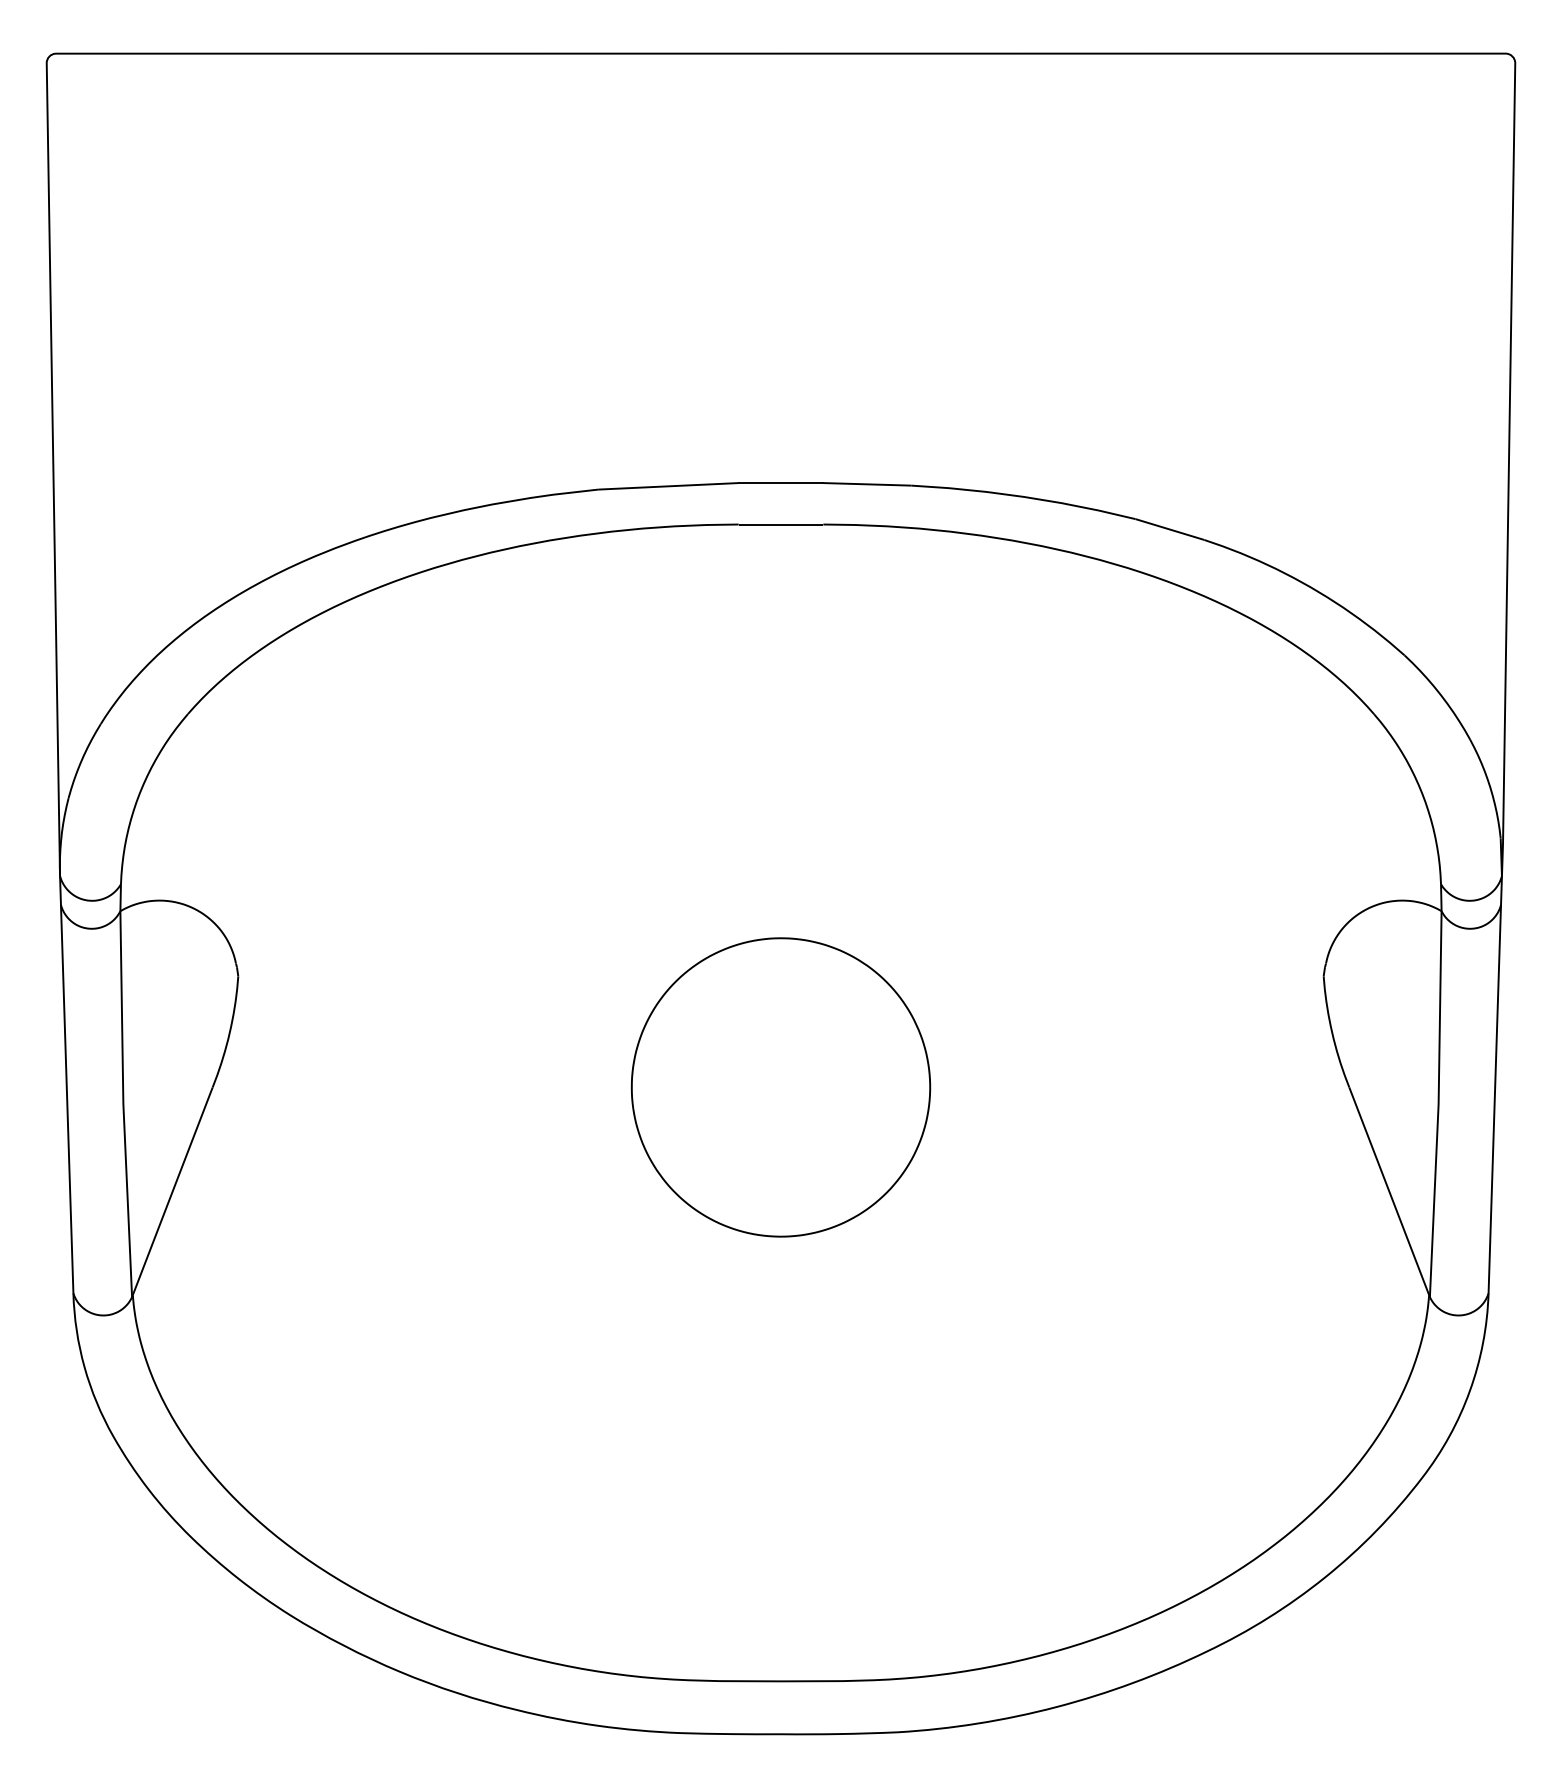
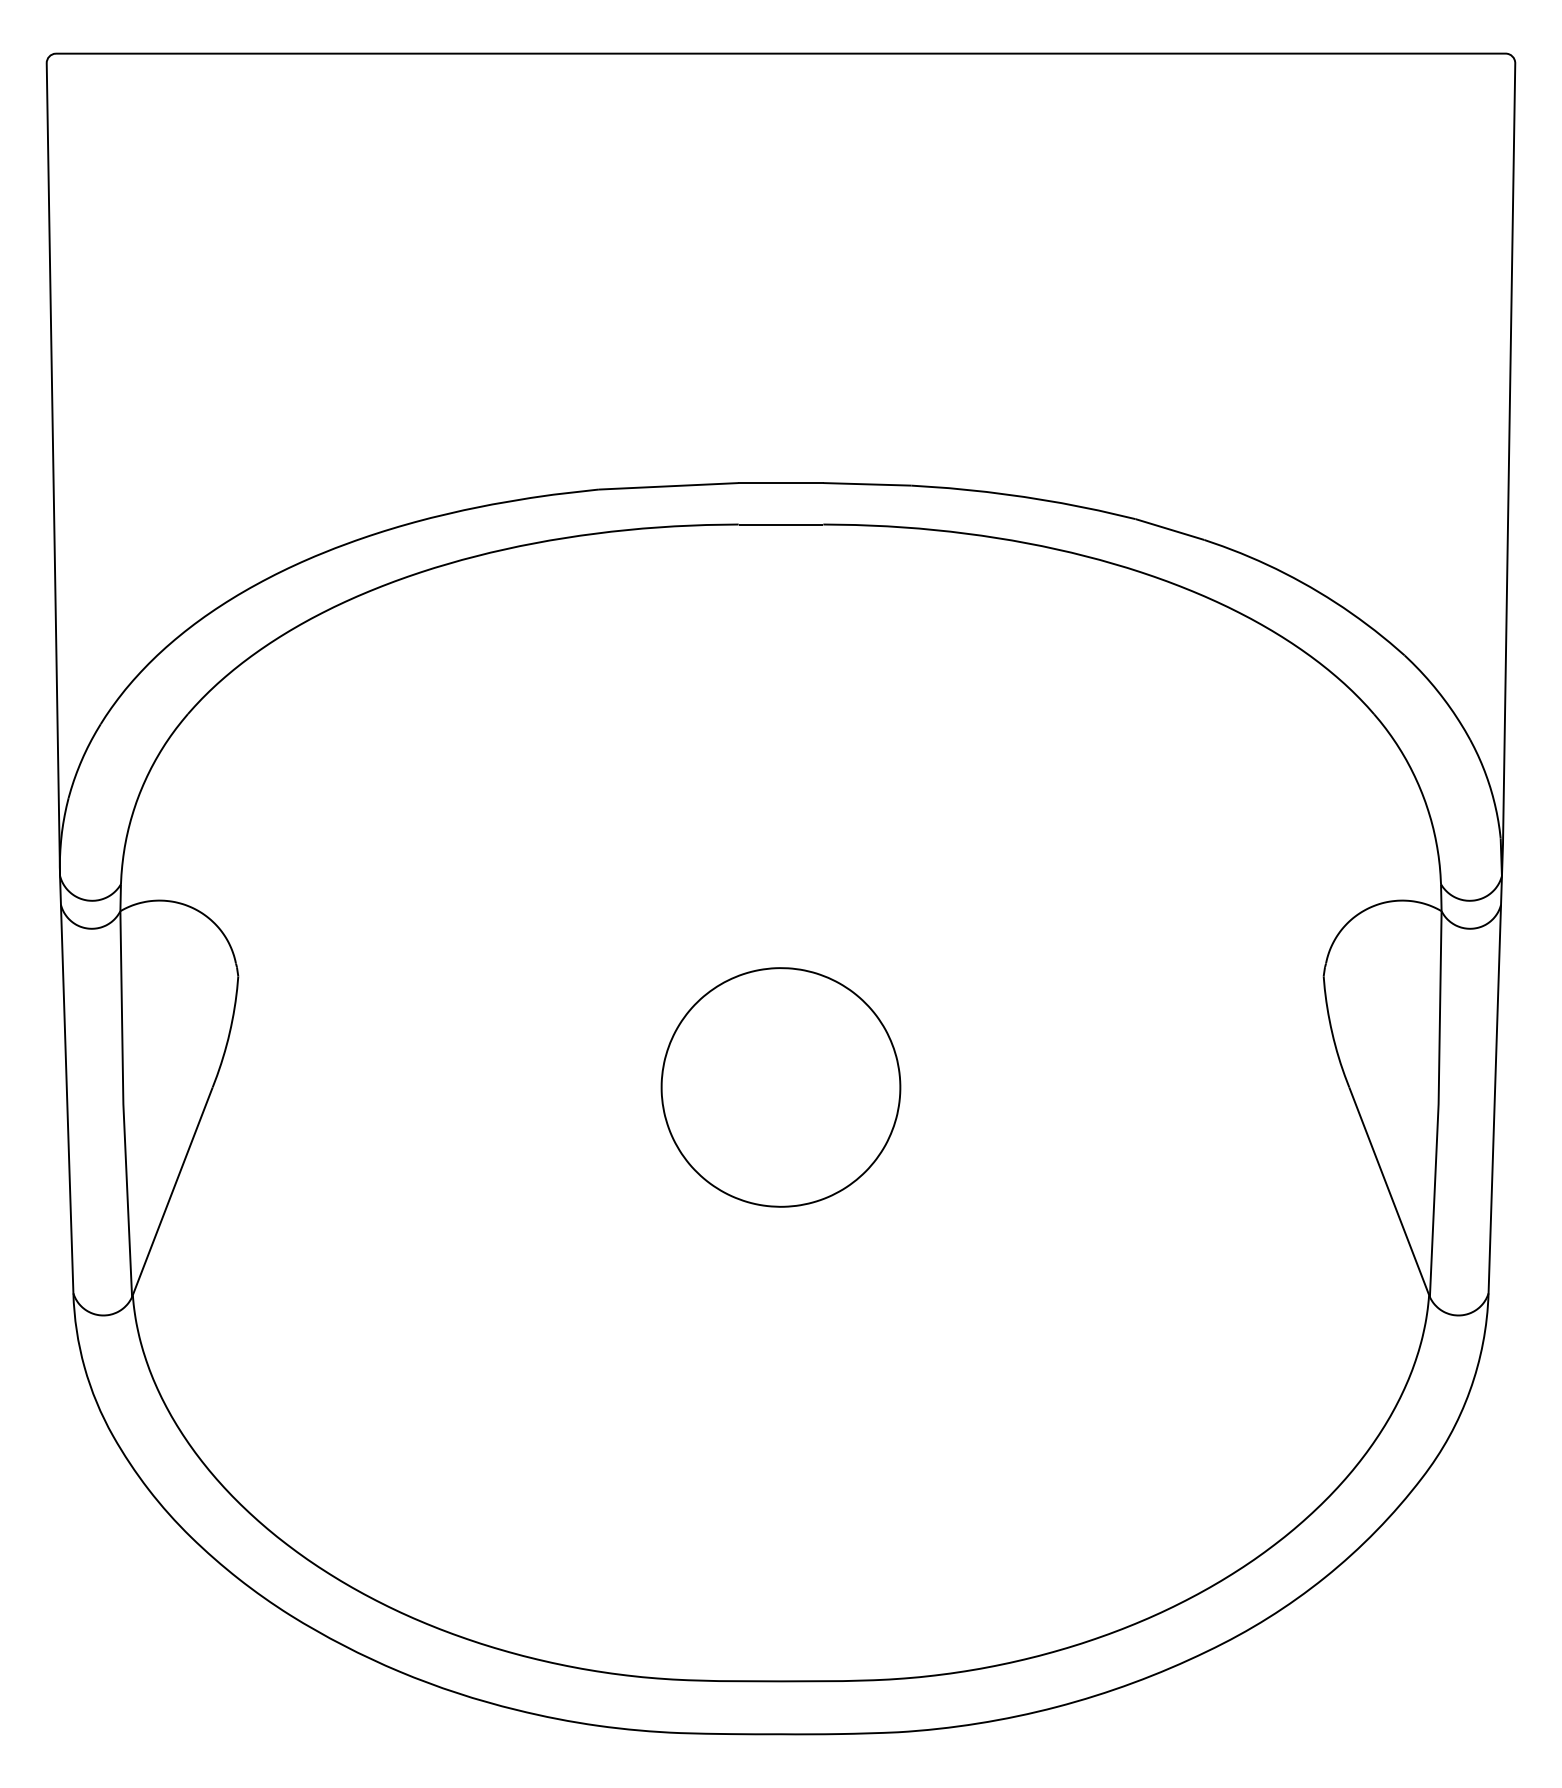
part at (780, 1087) size: 302x301 px -> 242x241 px
